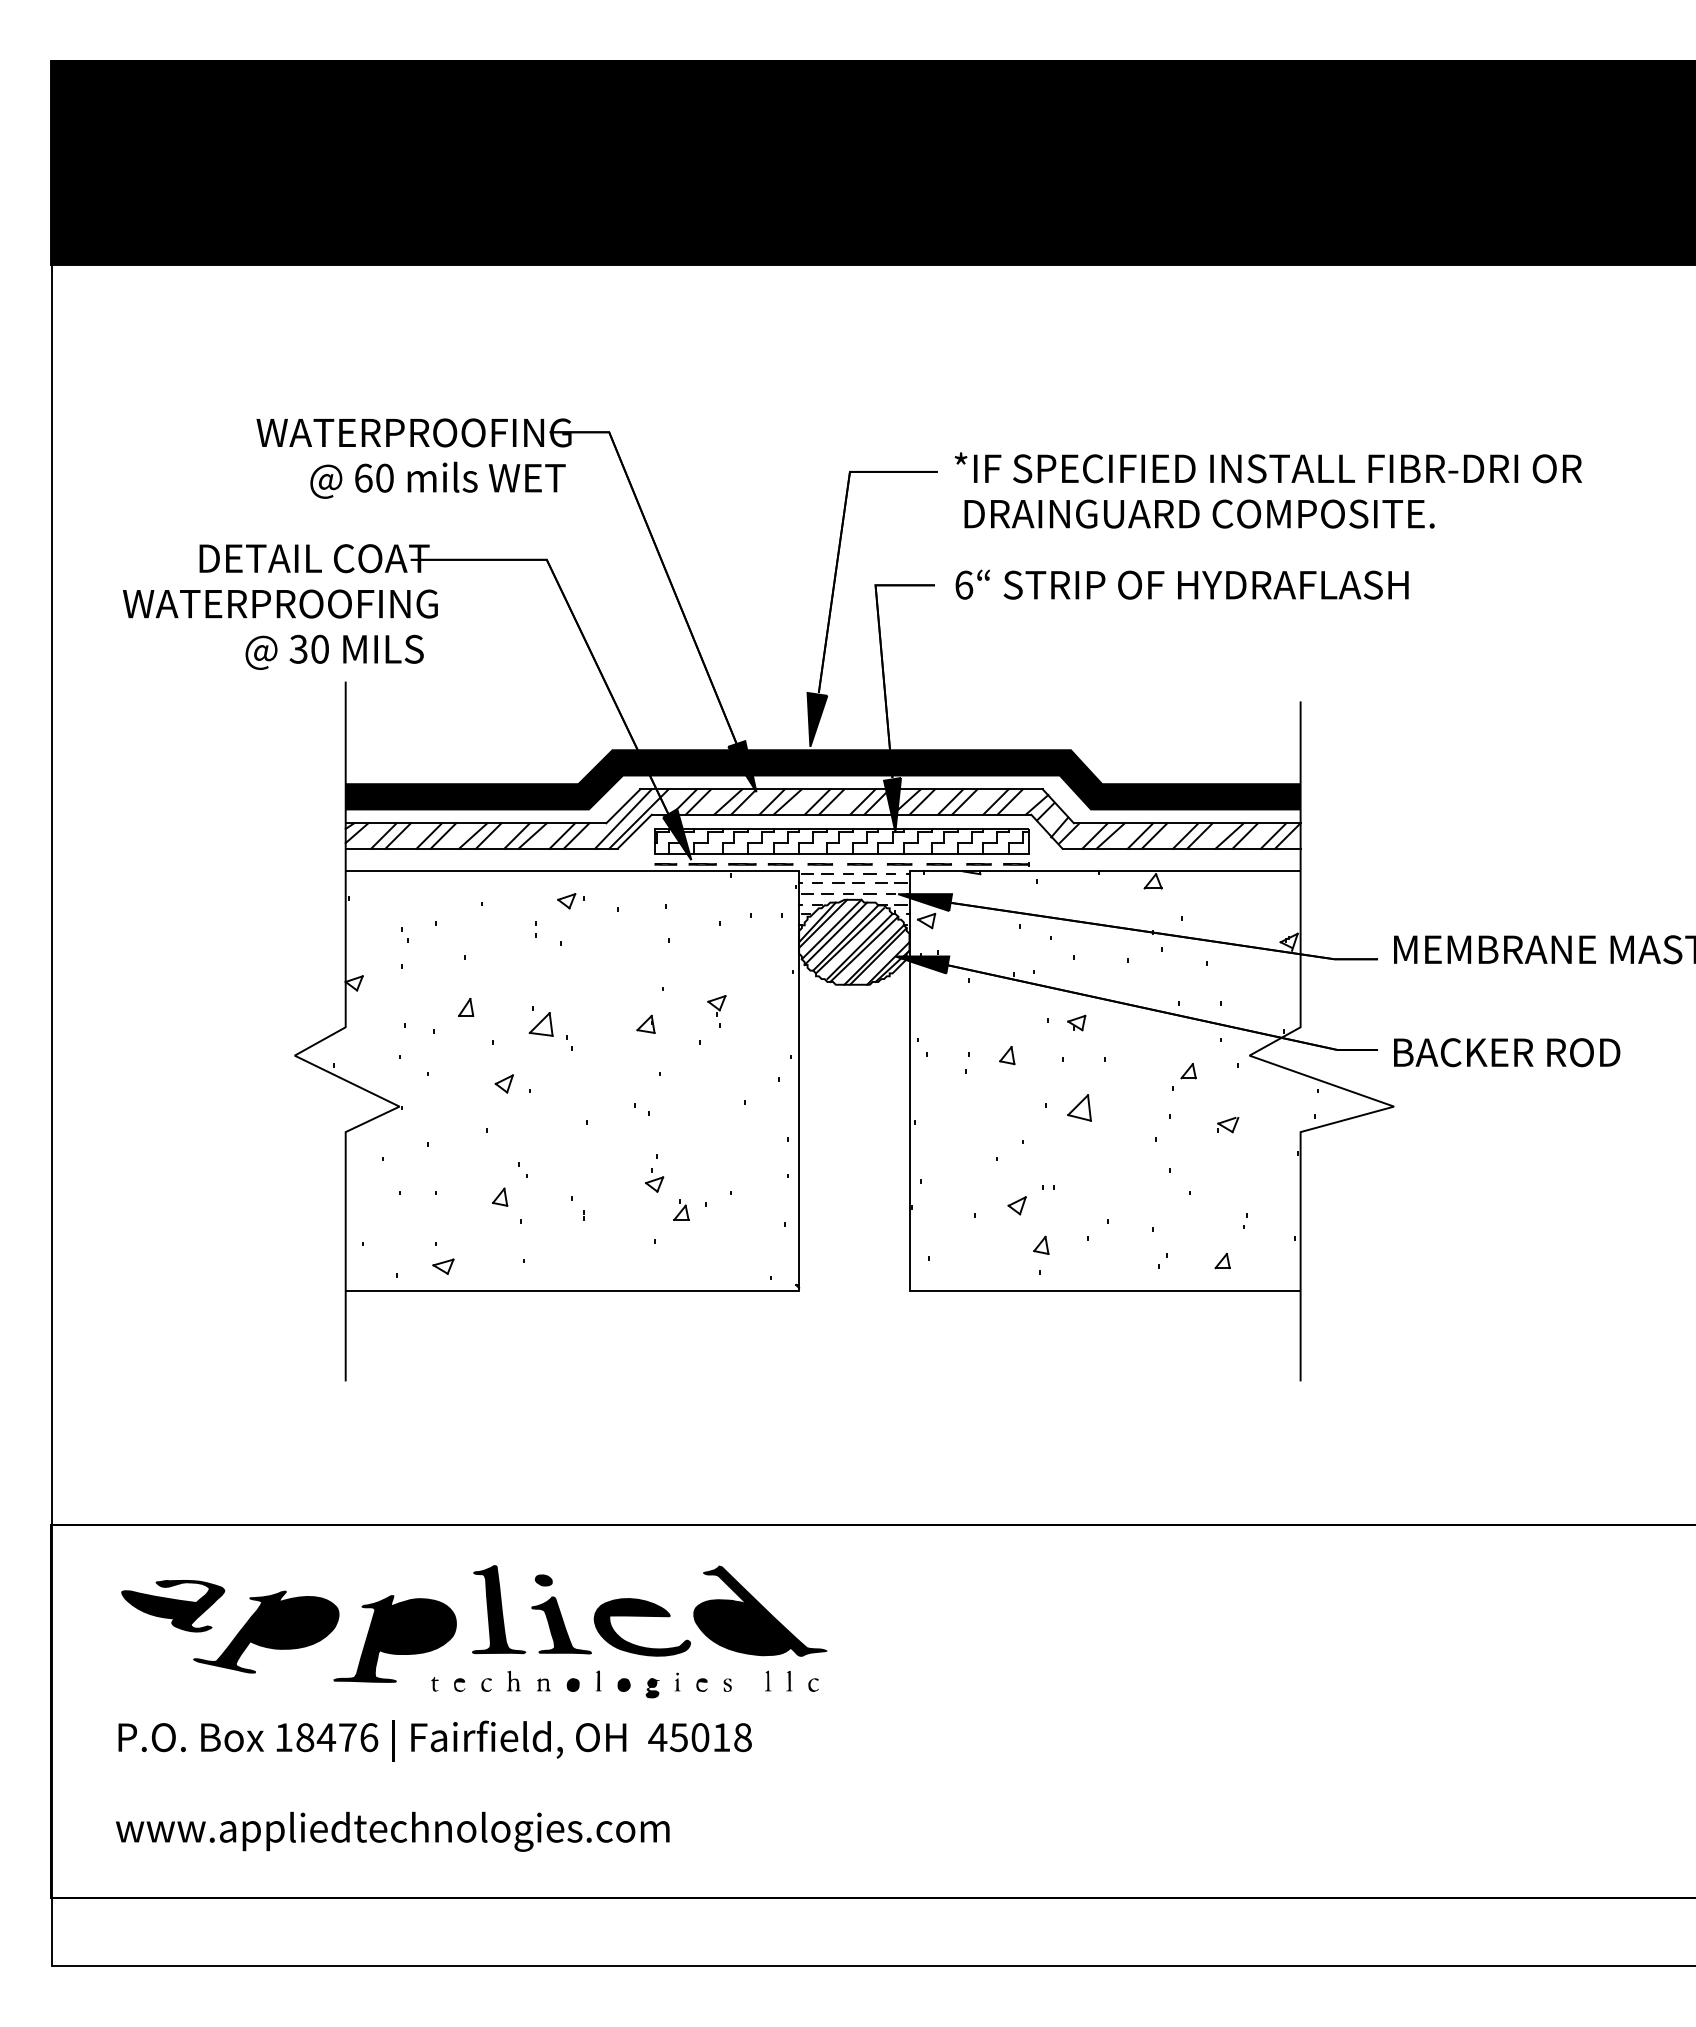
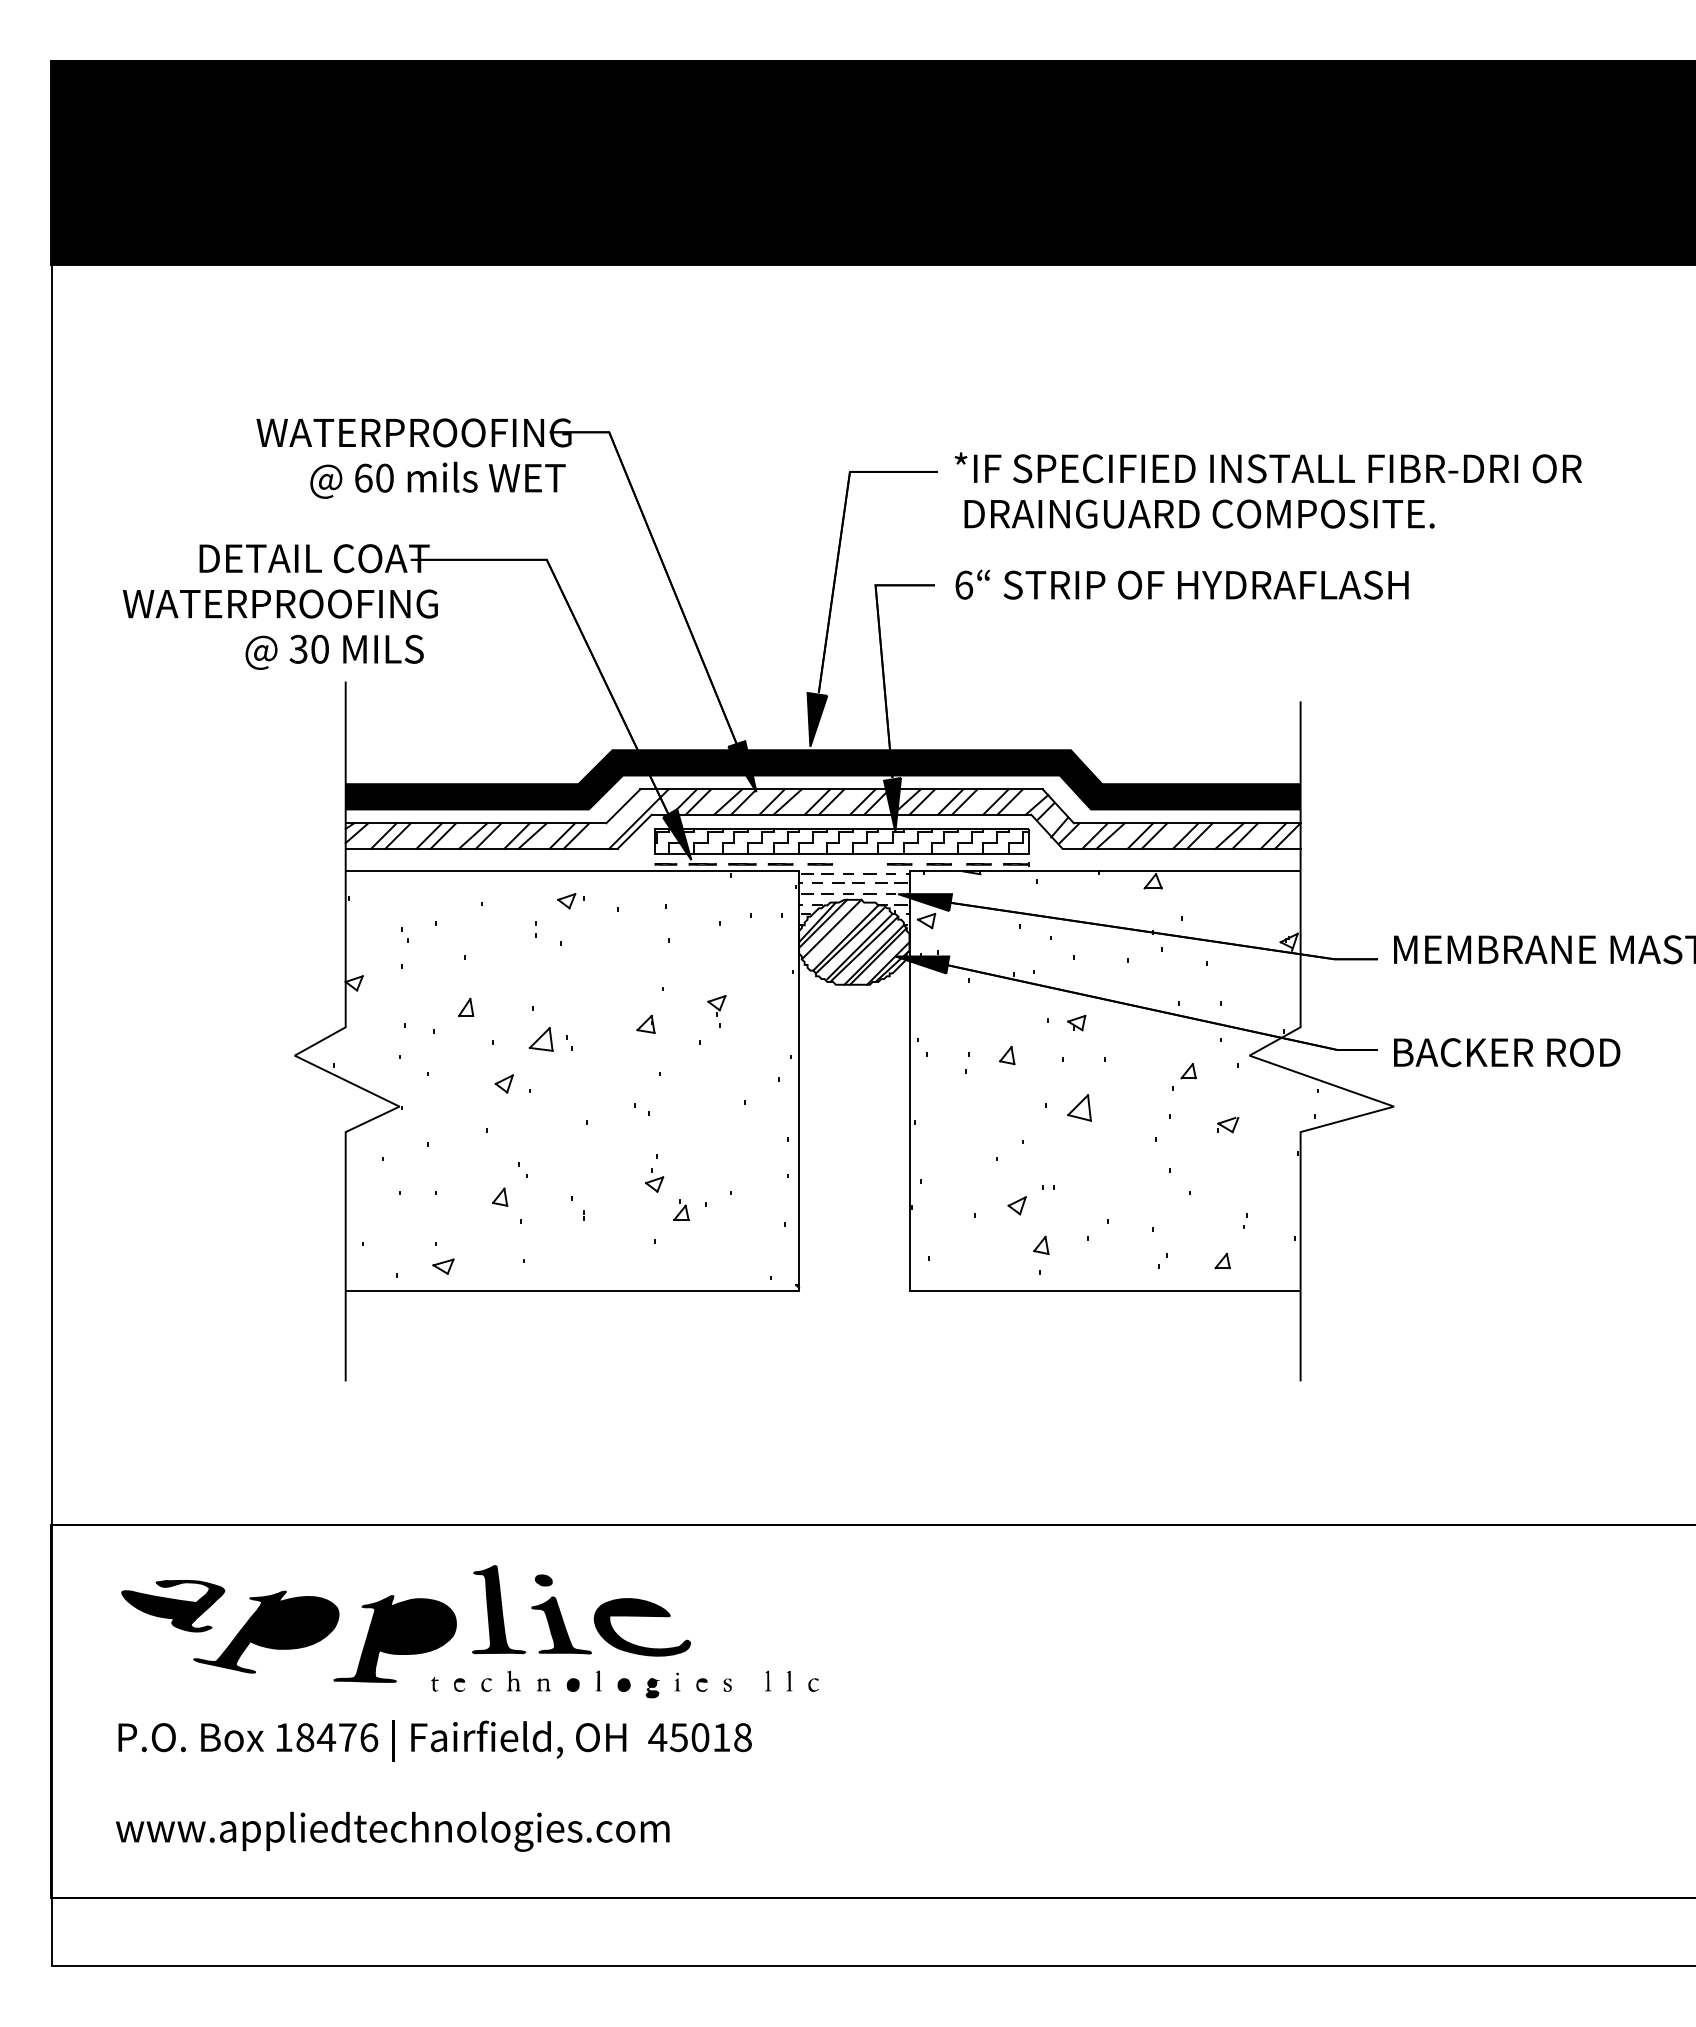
line at (623, 818): present -> none
line at (859, 864): present -> none
line at (835, 933): present -> none
part at (540, 1024) position: (540, 1024) -> (540, 1039)
part at (760, 1610): present -> none
